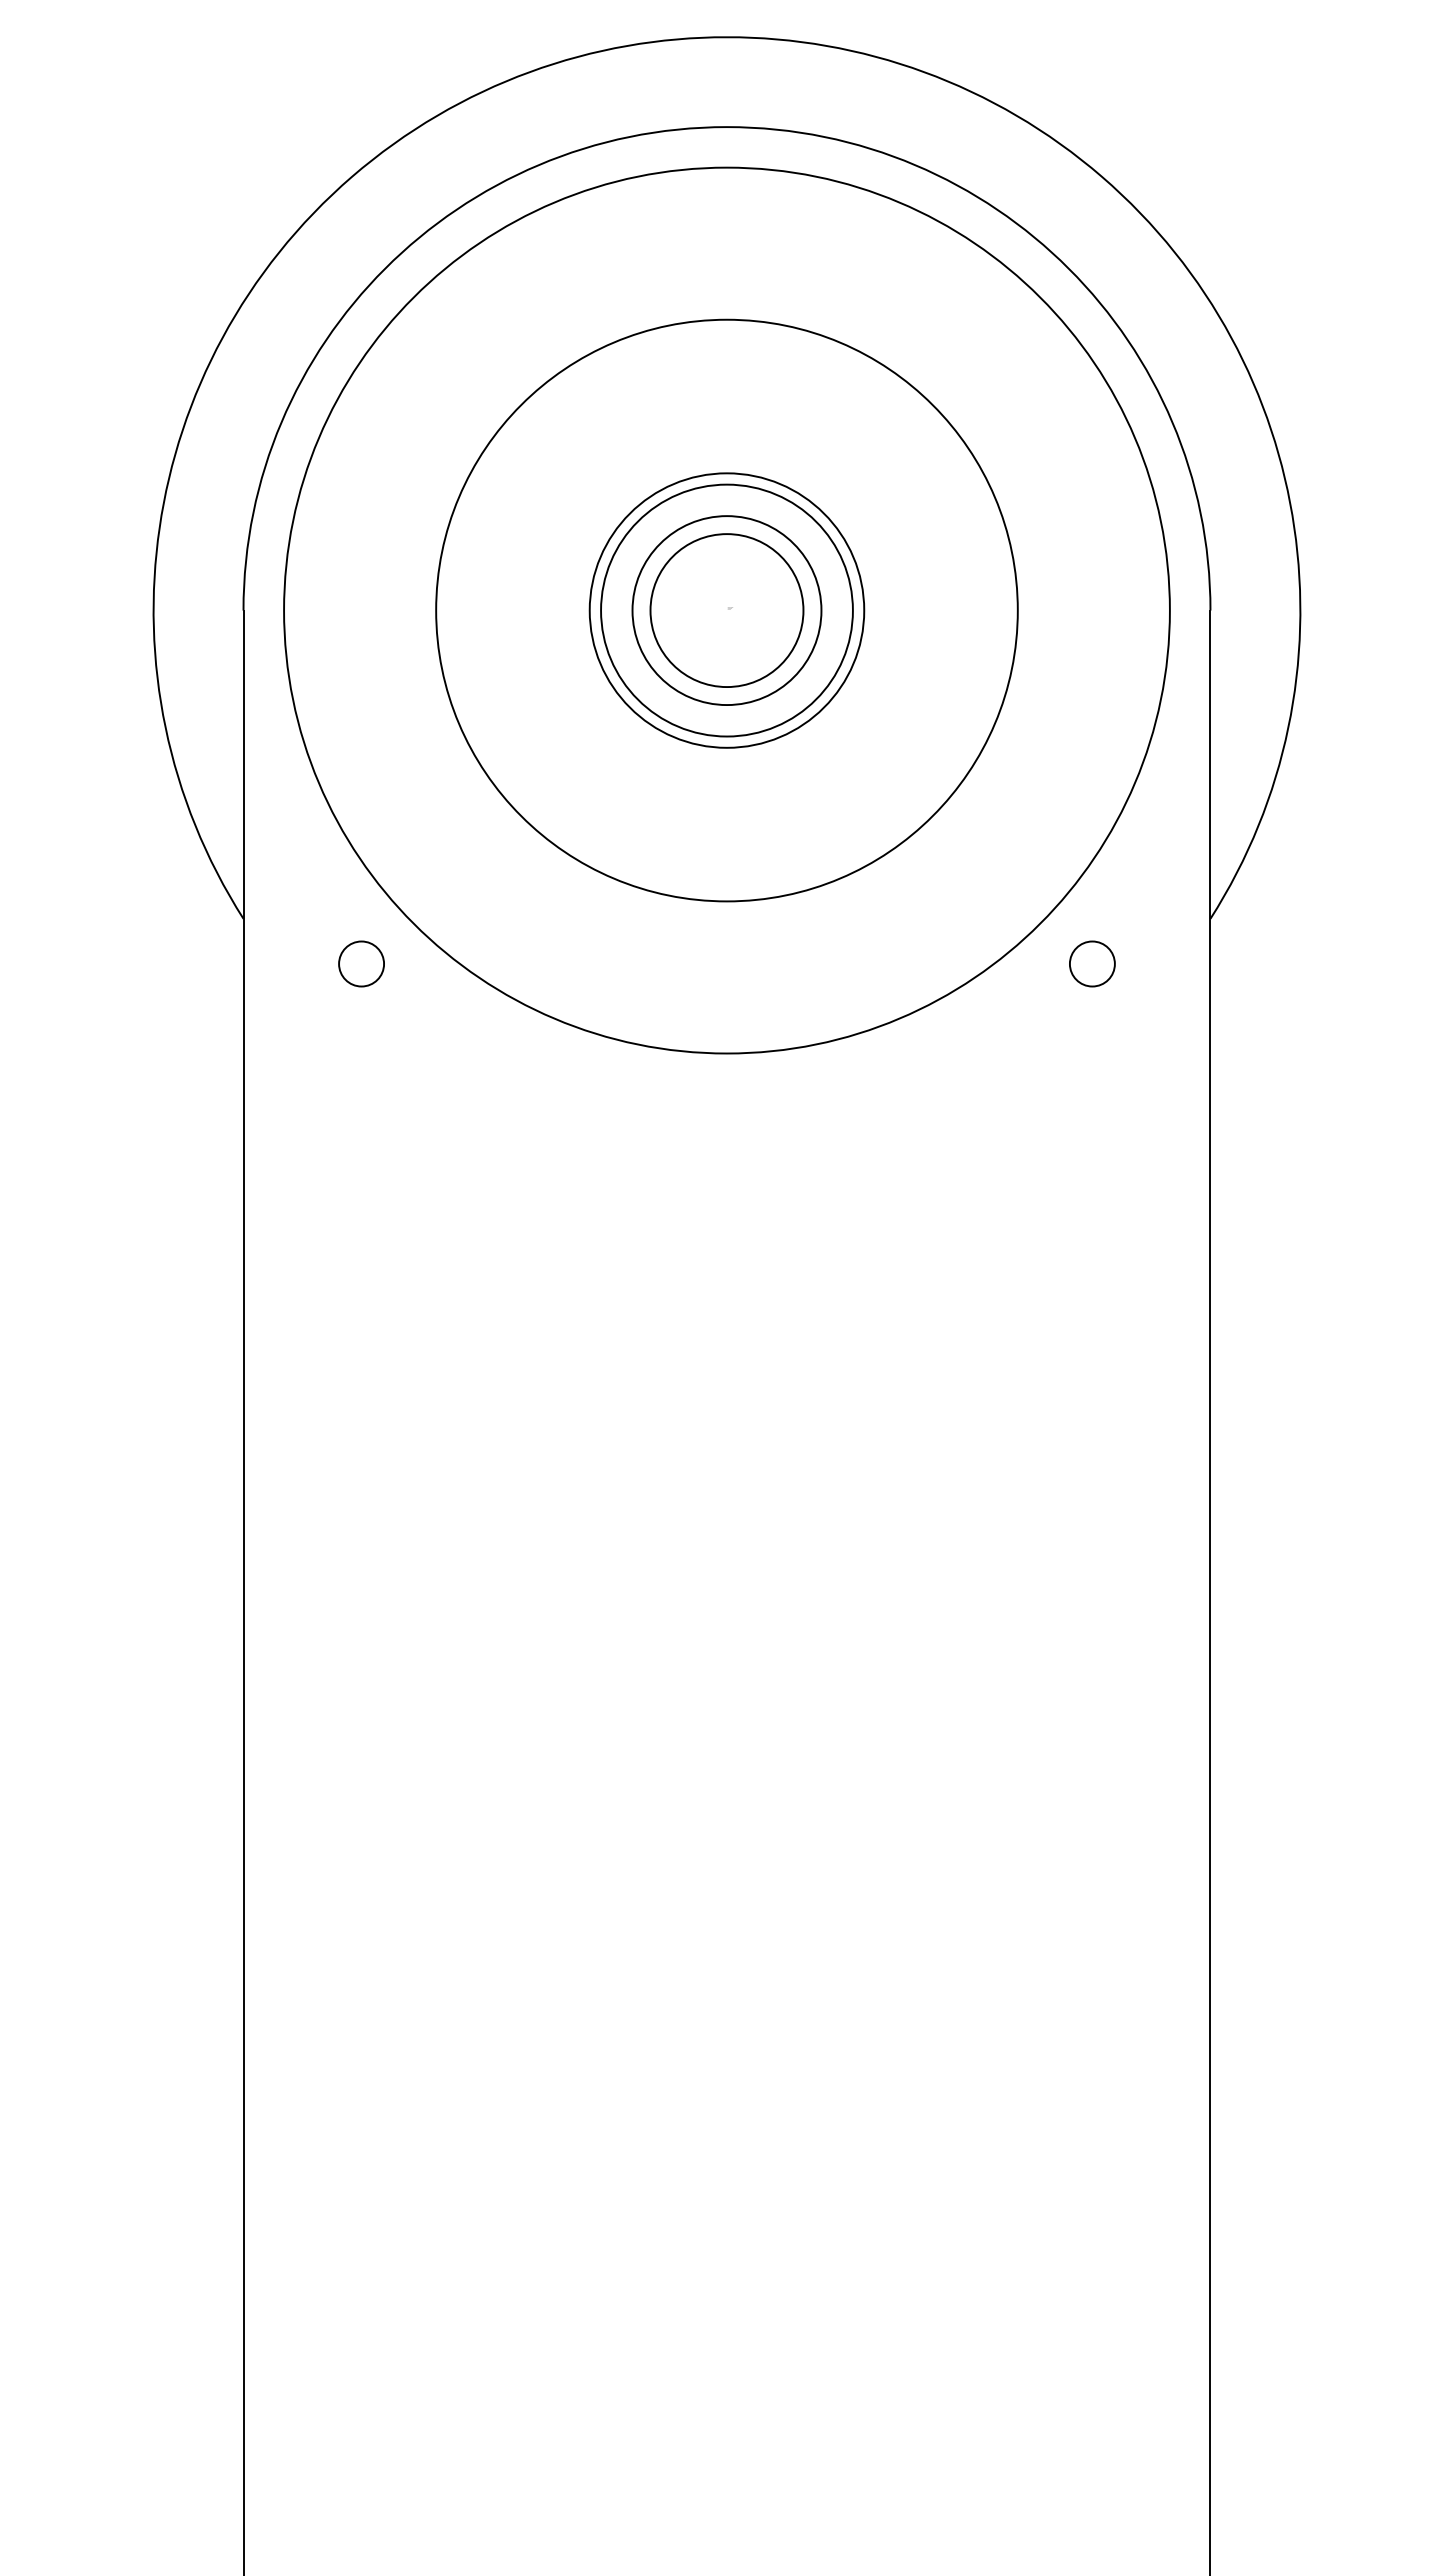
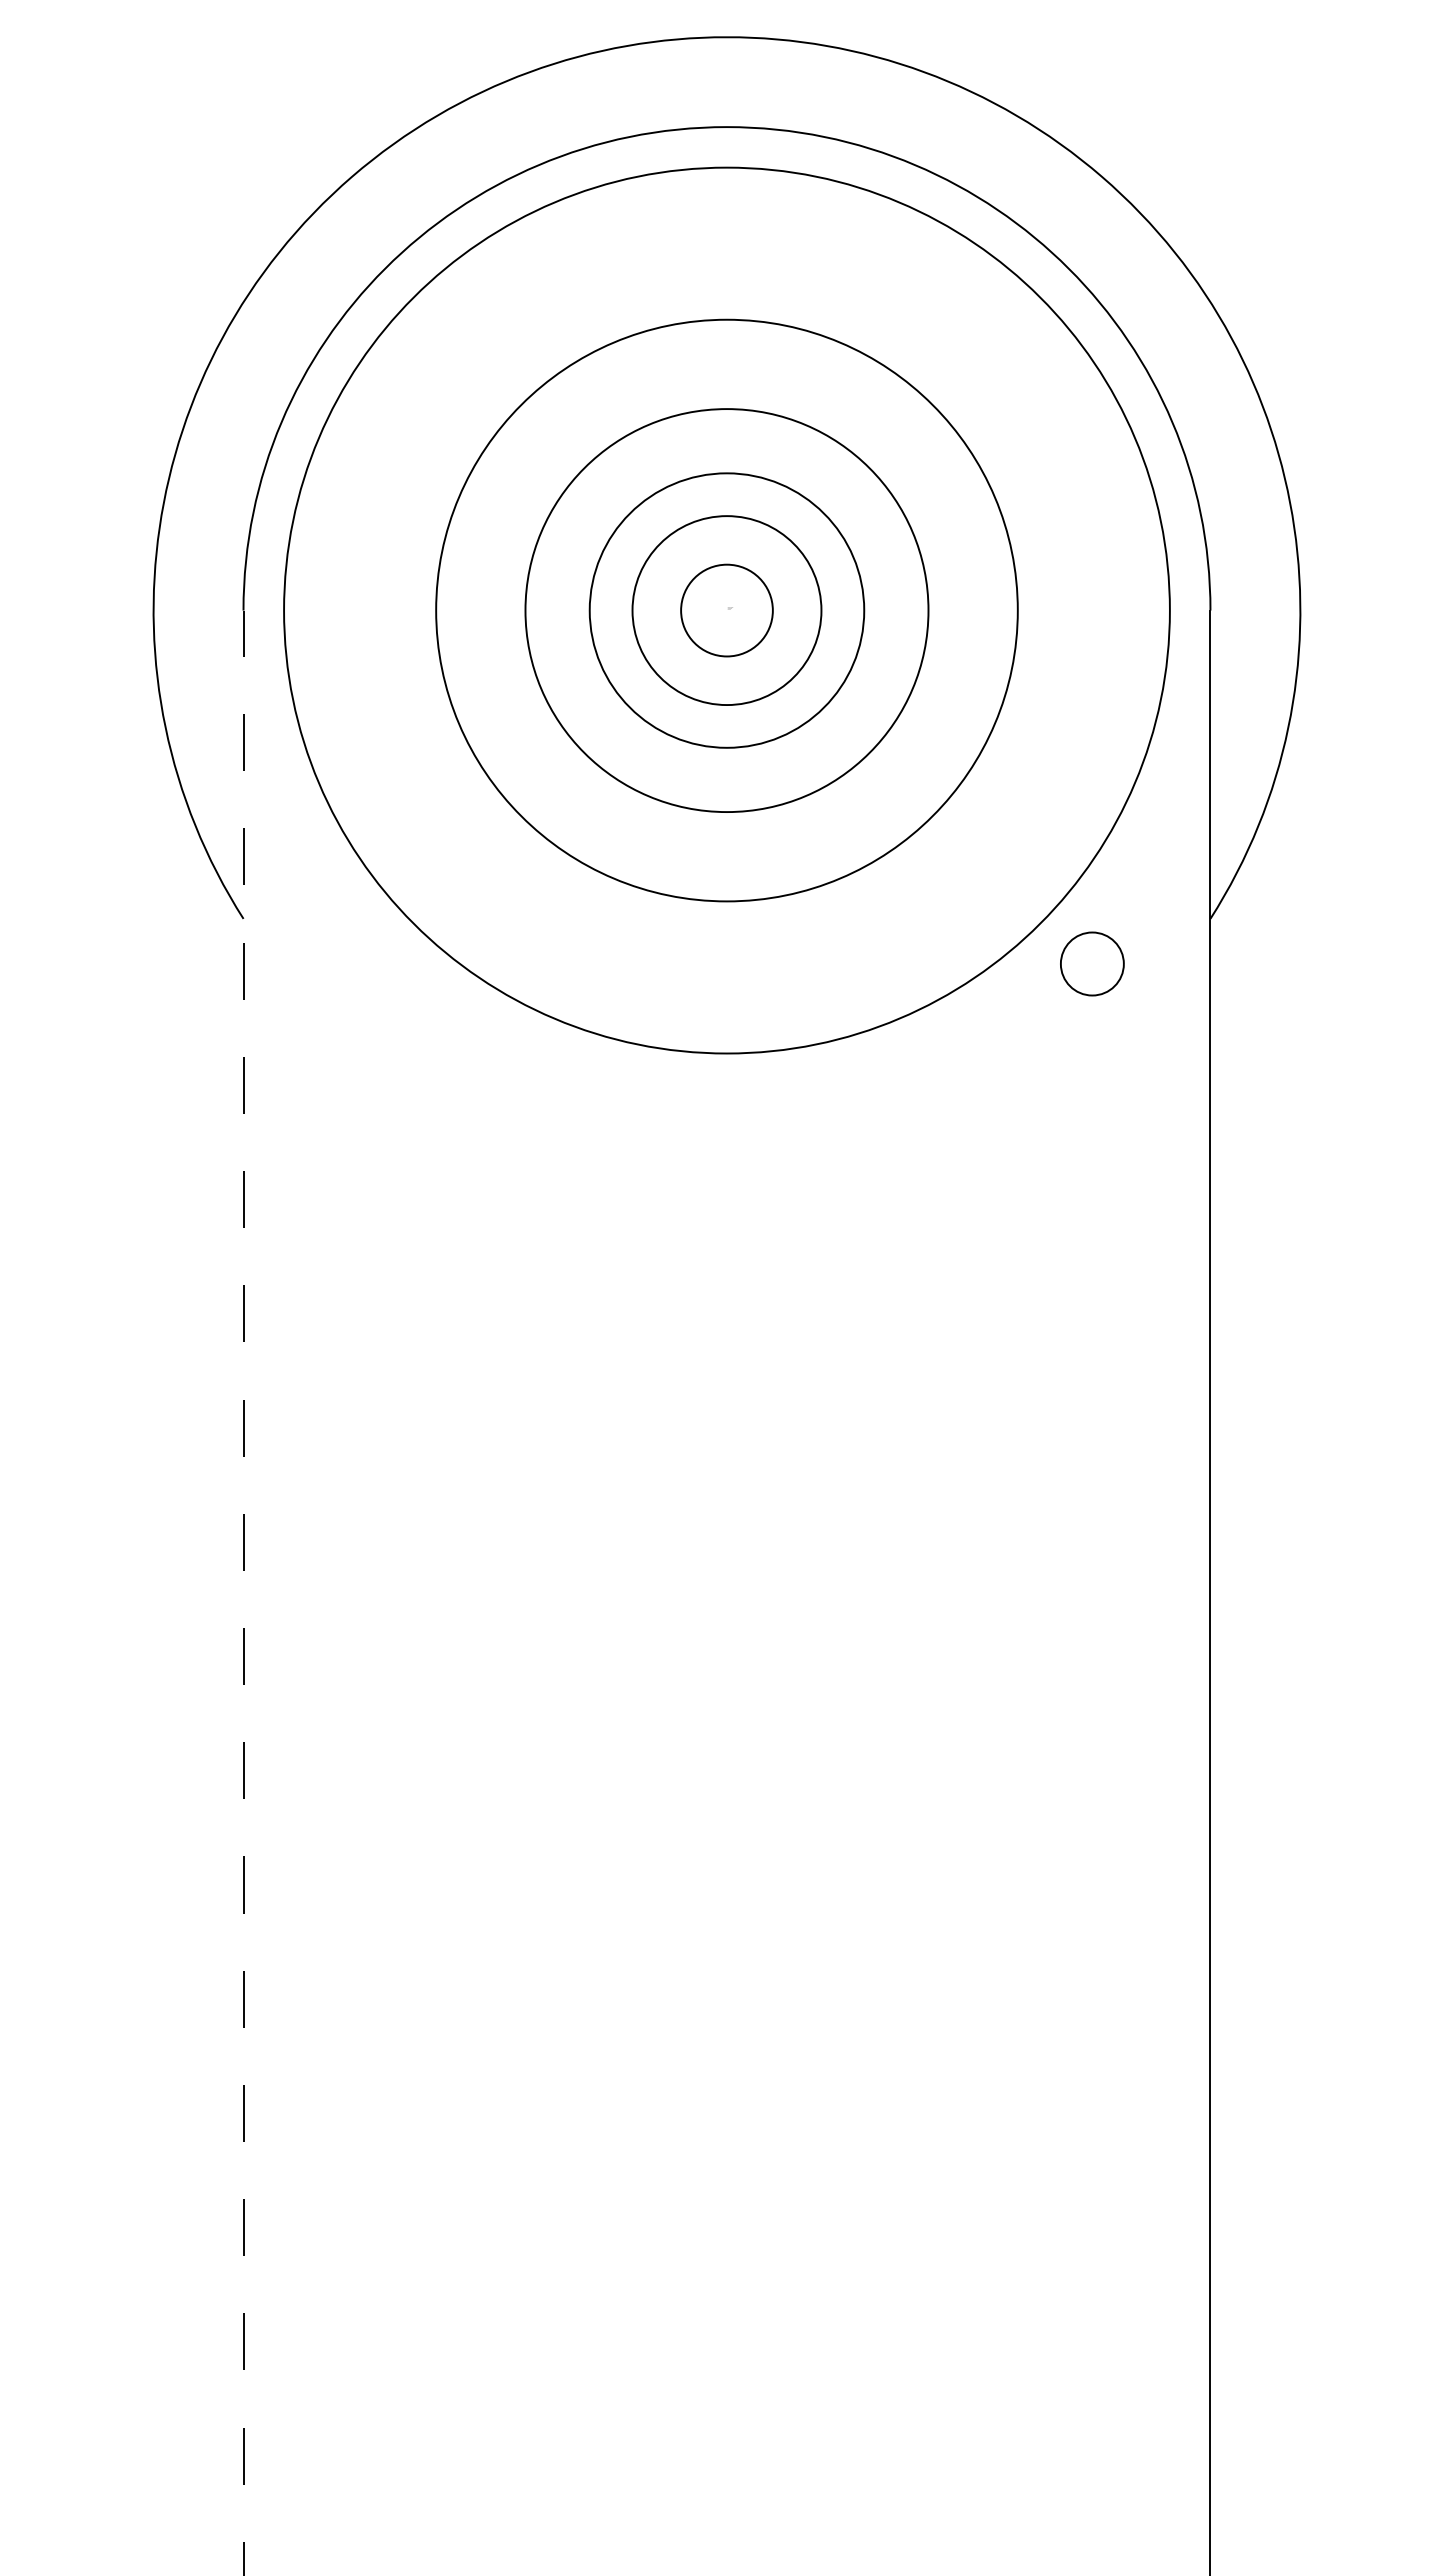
circle at (726, 610) diameter: 153 px -> 92 px
circle at (726, 610) diameter: 252 px -> 403 px
circle at (361, 963): present -> none
circle at (1092, 963) size: 47x48 px -> 65x66 px
line at (243, 1592): solid -> dashed
